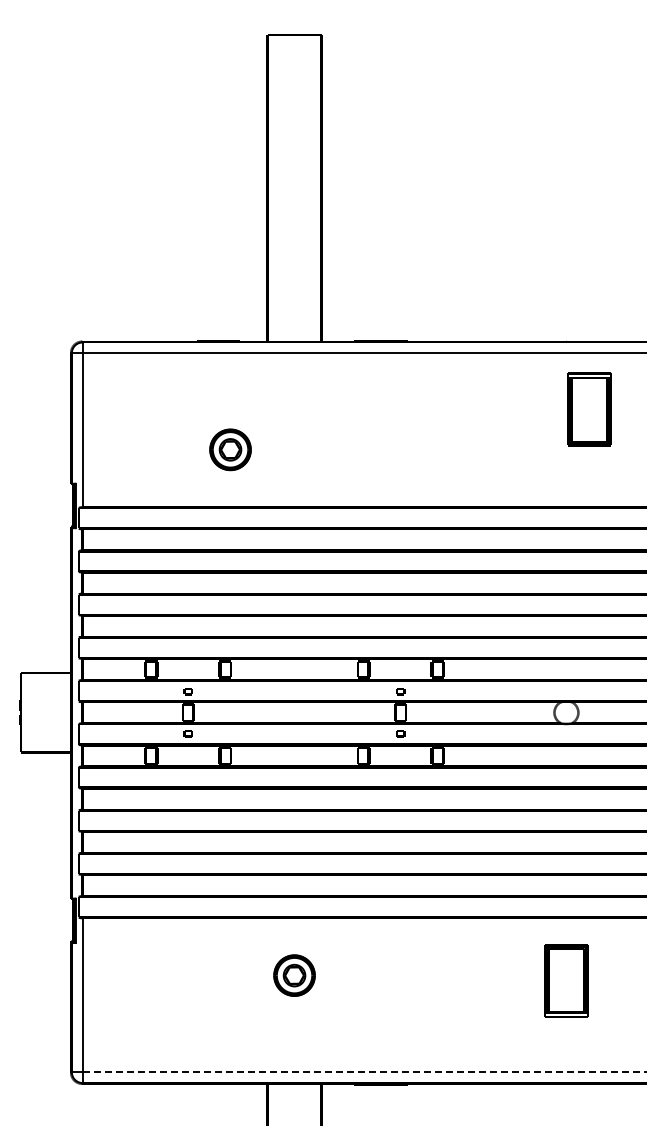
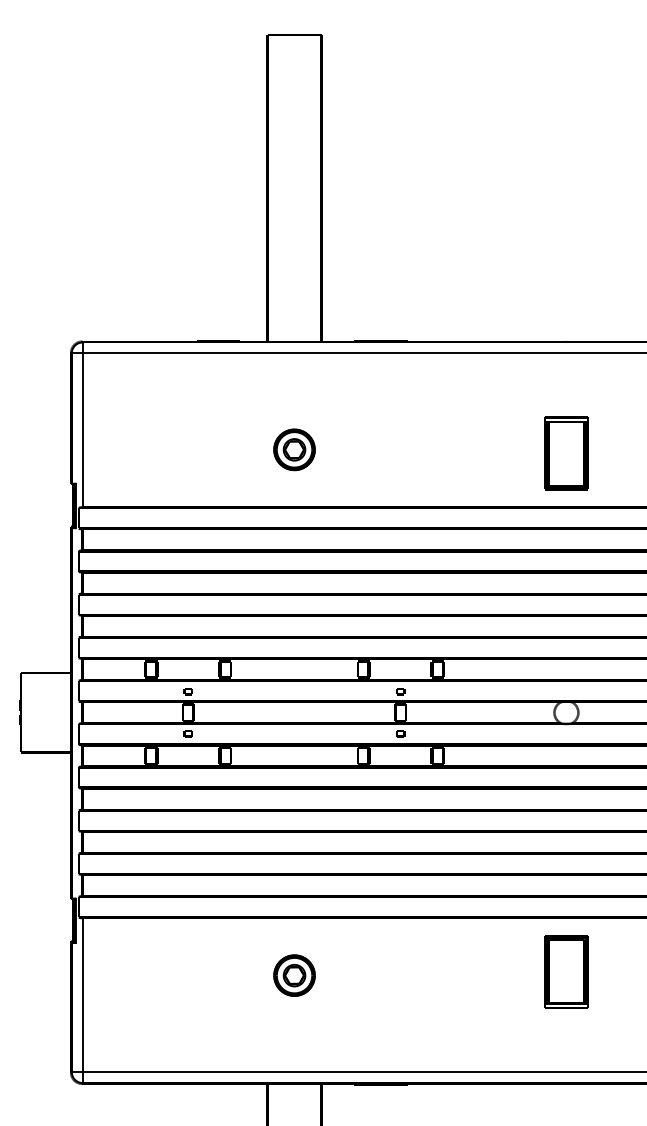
part at (589, 409) position: (589, 409) -> (566, 453)
part at (230, 449) position: (230, 449) -> (294, 449)
part at (566, 980) position: (566, 980) -> (566, 971)
line at (364, 1072): dashed -> solid
